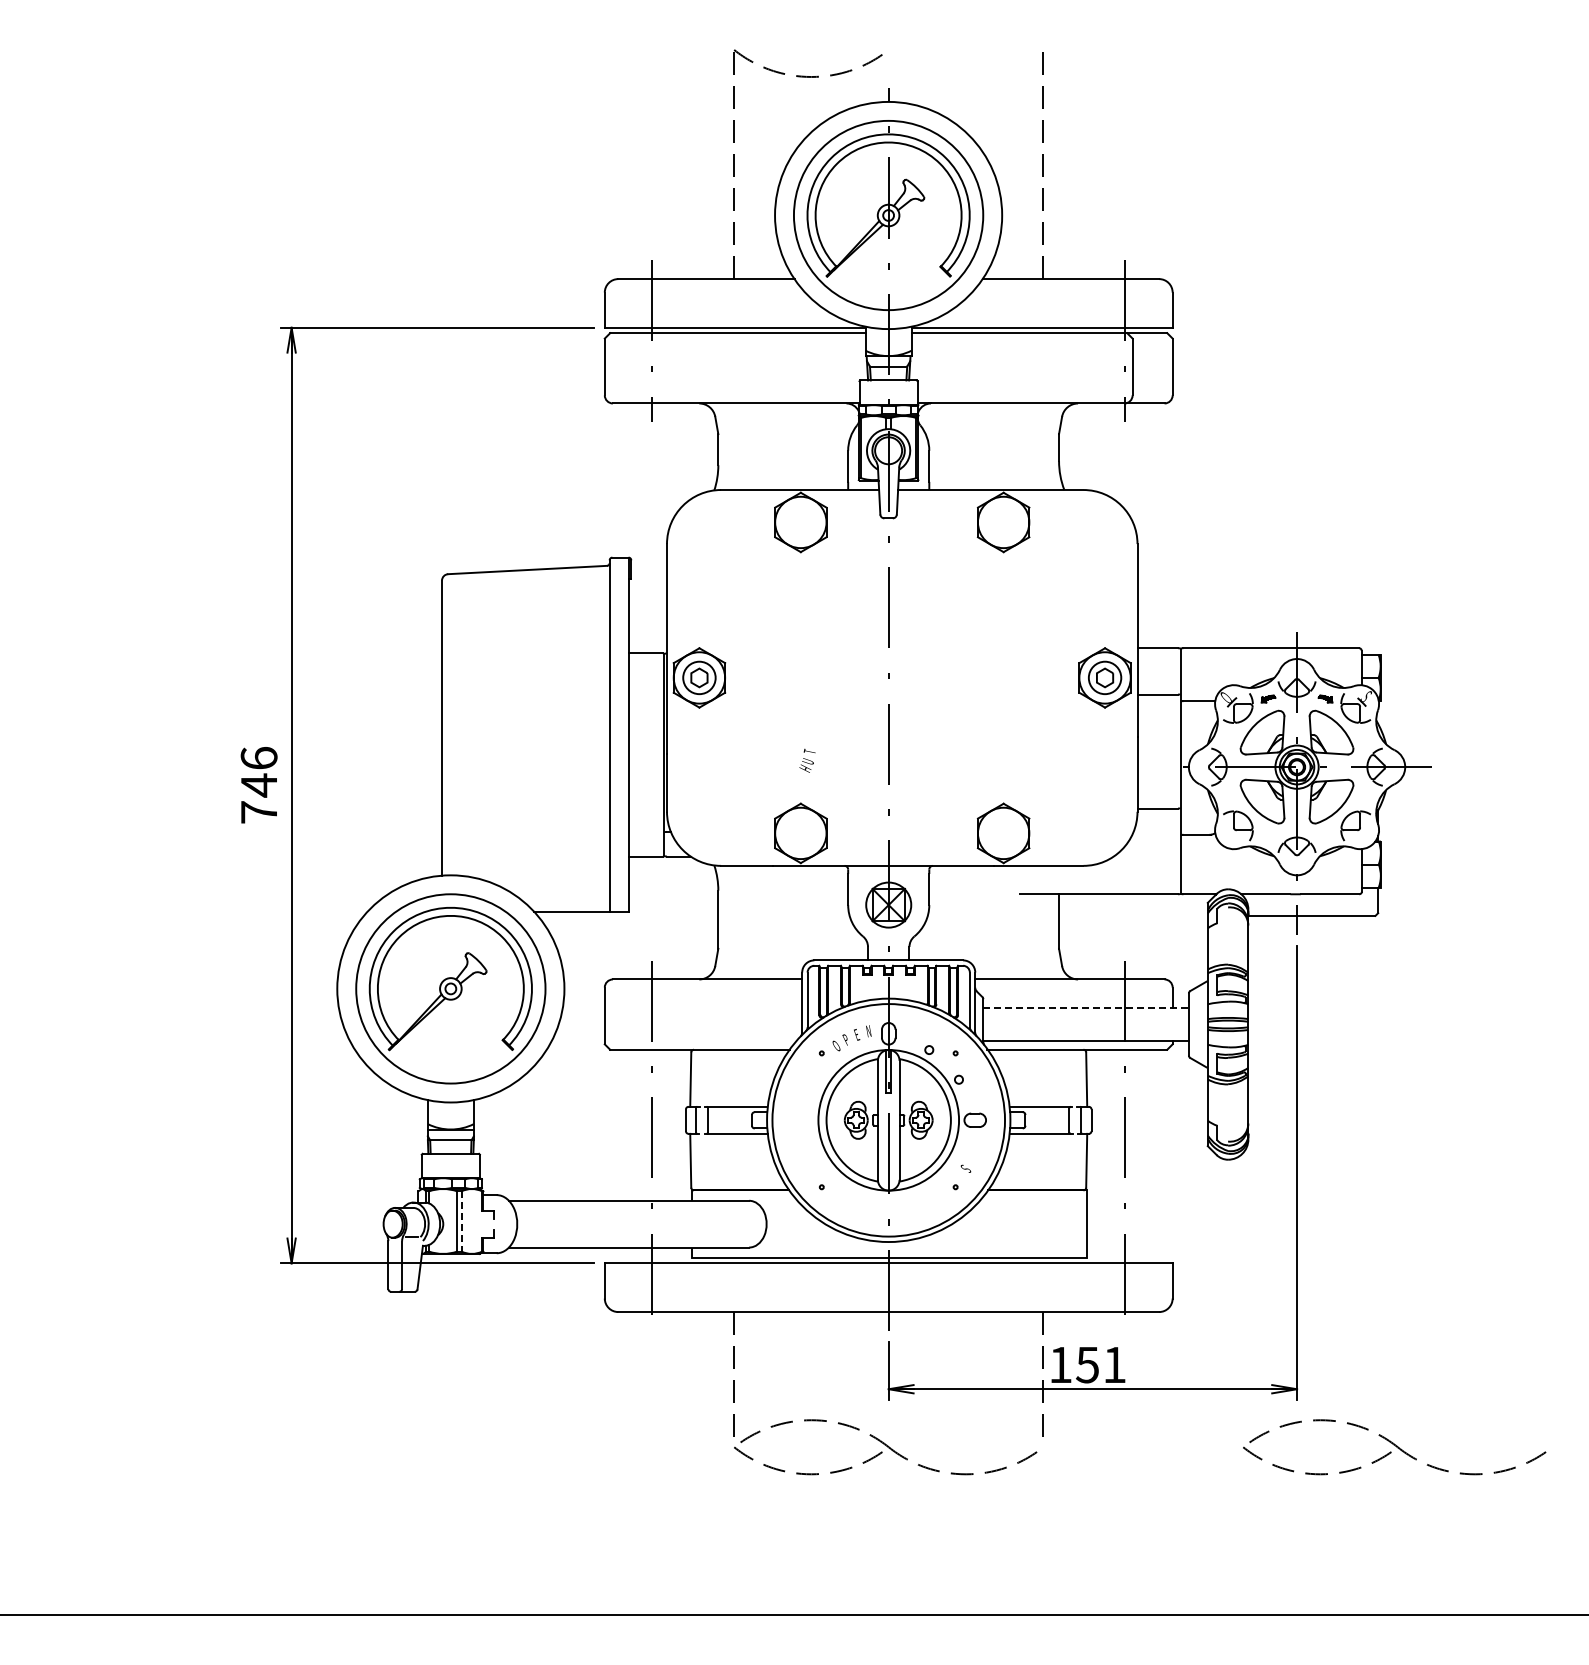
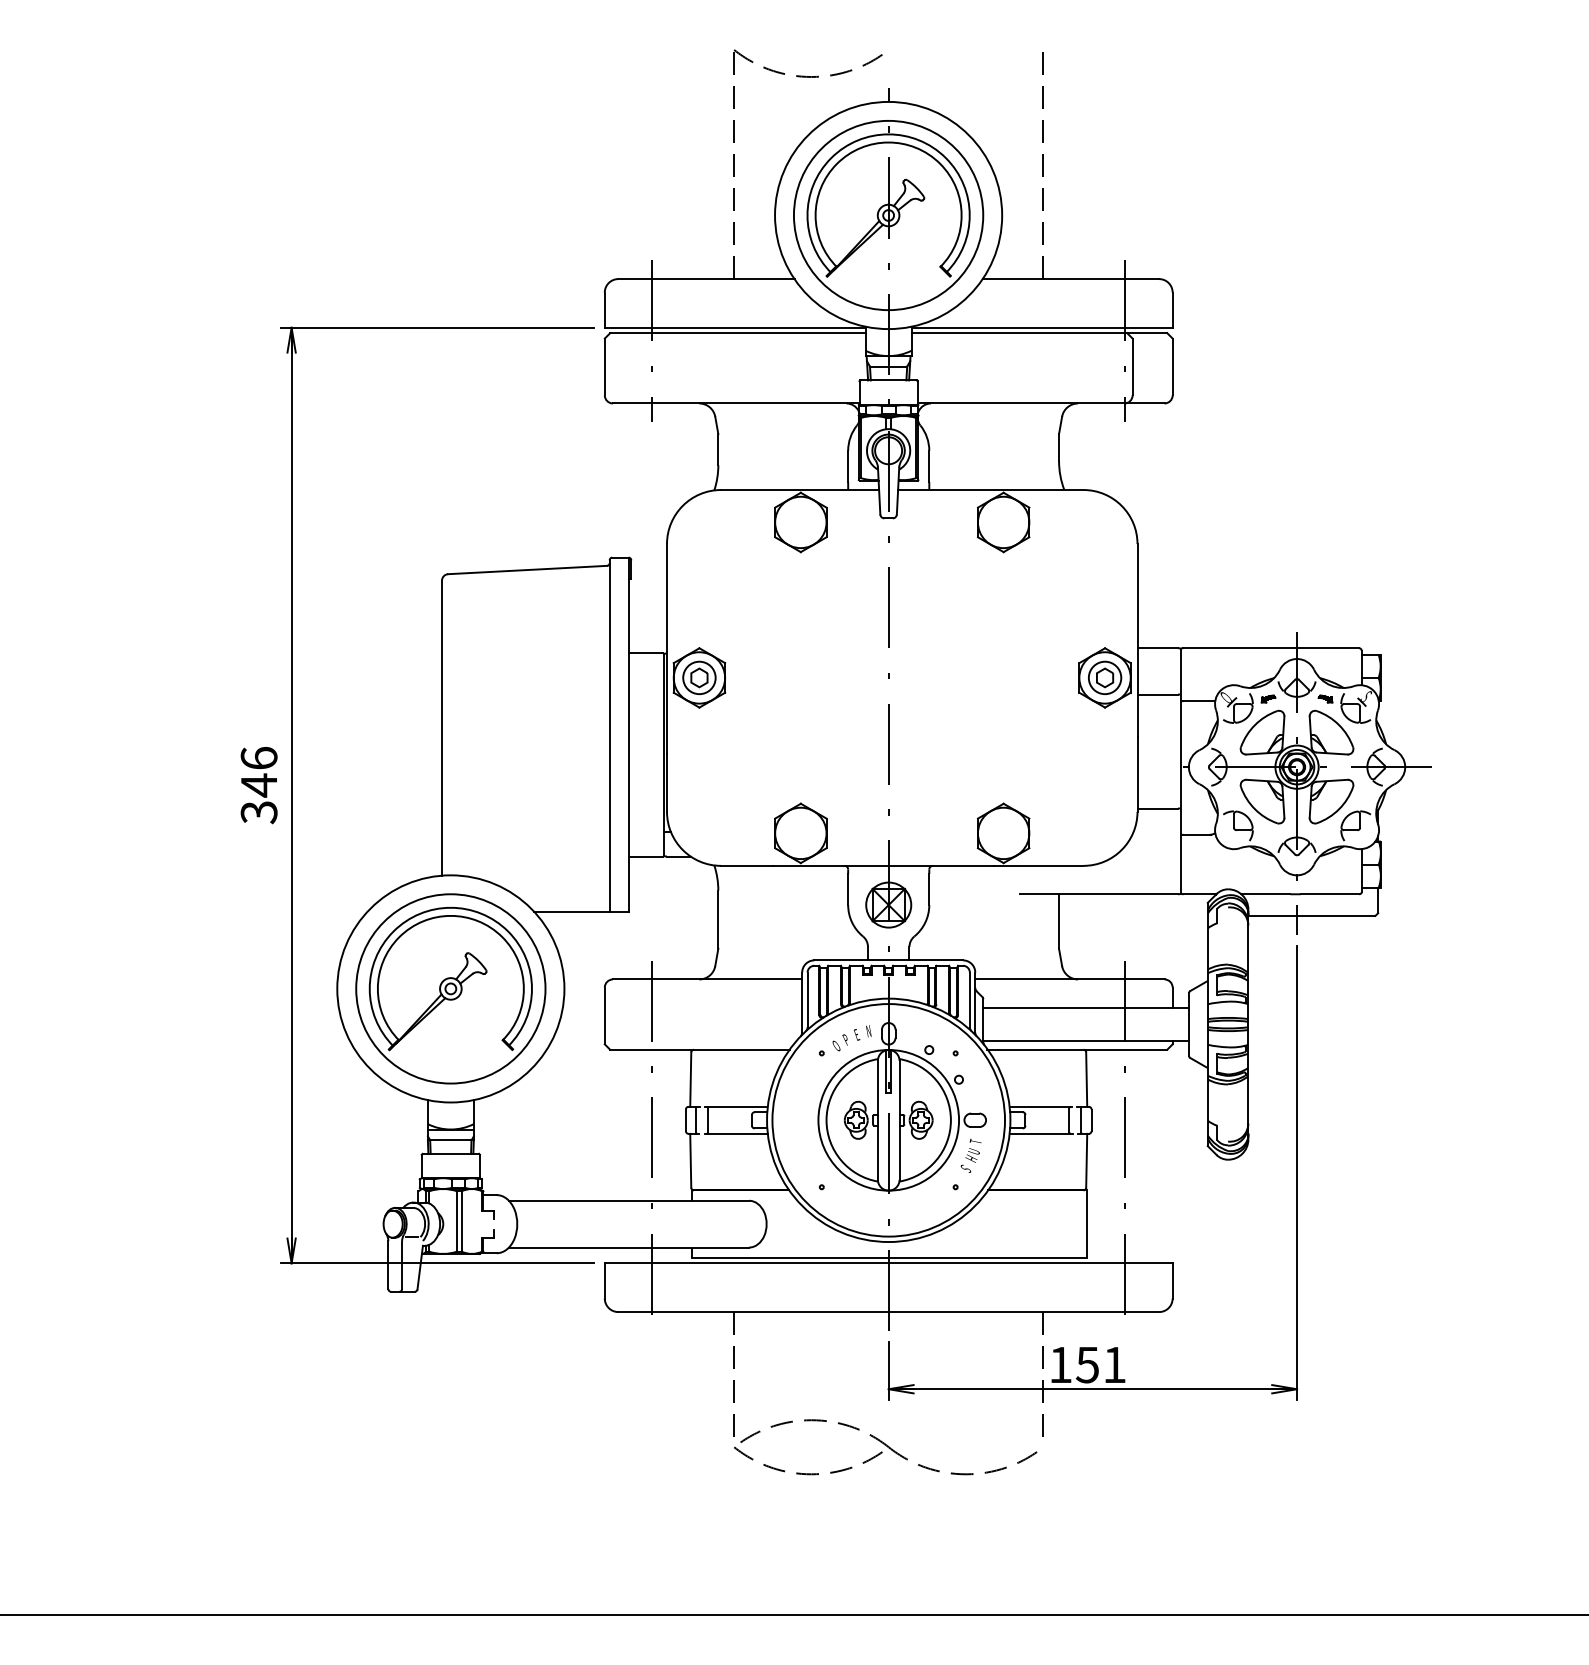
text at (807, 760) position: (807, 760) -> (973, 1150)
text at (258, 812): 746 -> 346
line at (1086, 1008): dashed -> solid
line at (461, 1221): dashed -> solid
part at (1394, 1447): present -> none
